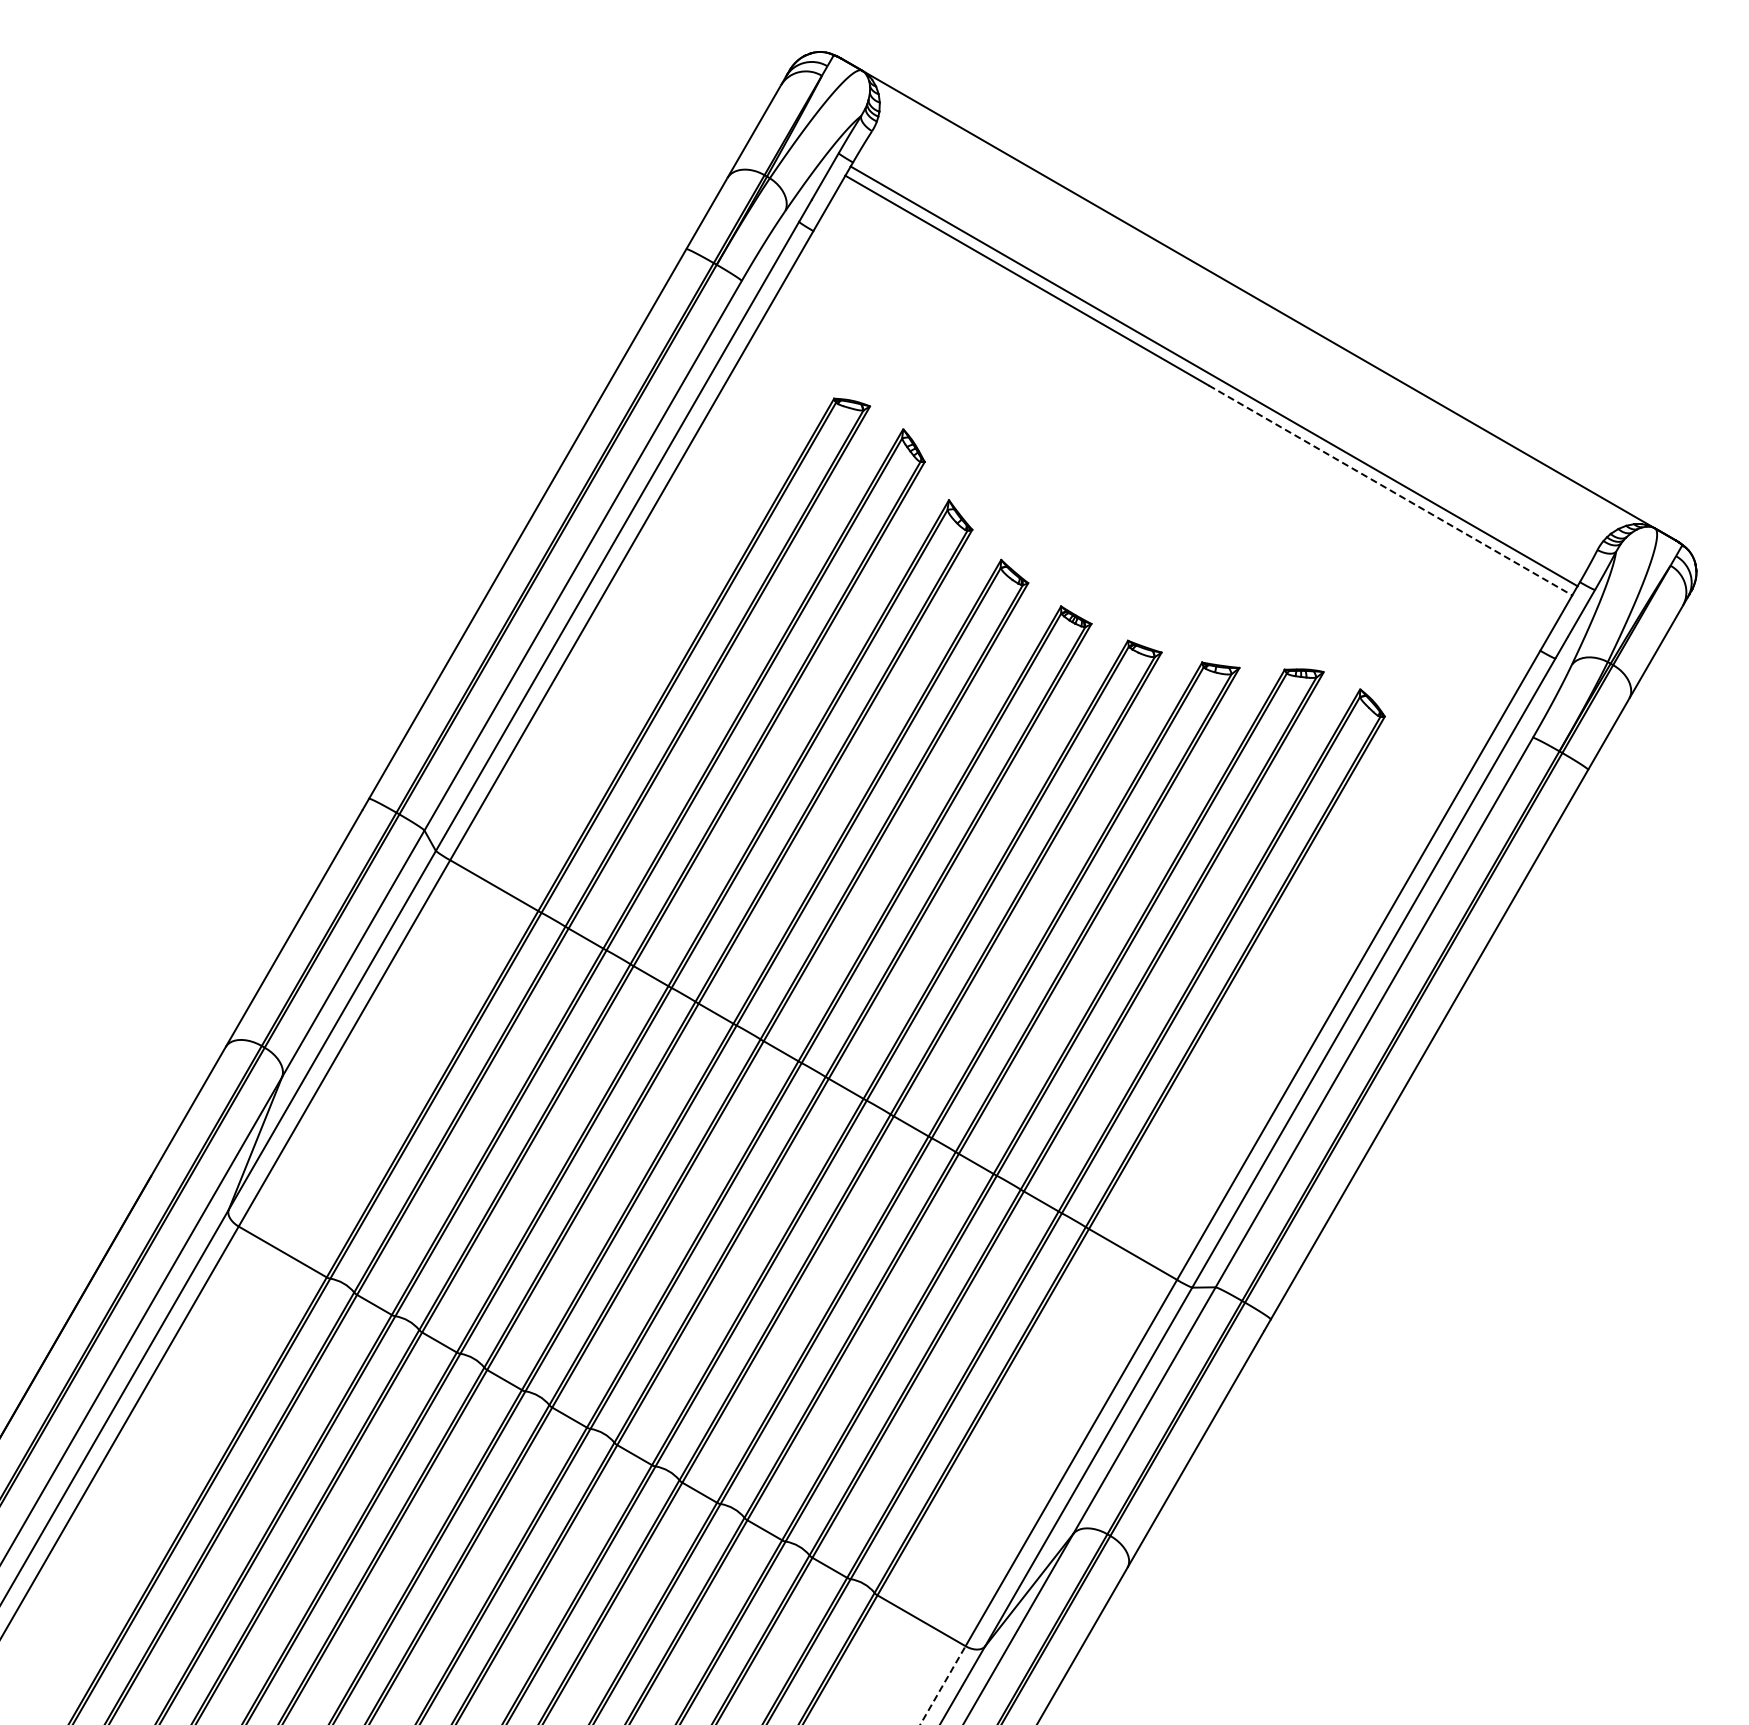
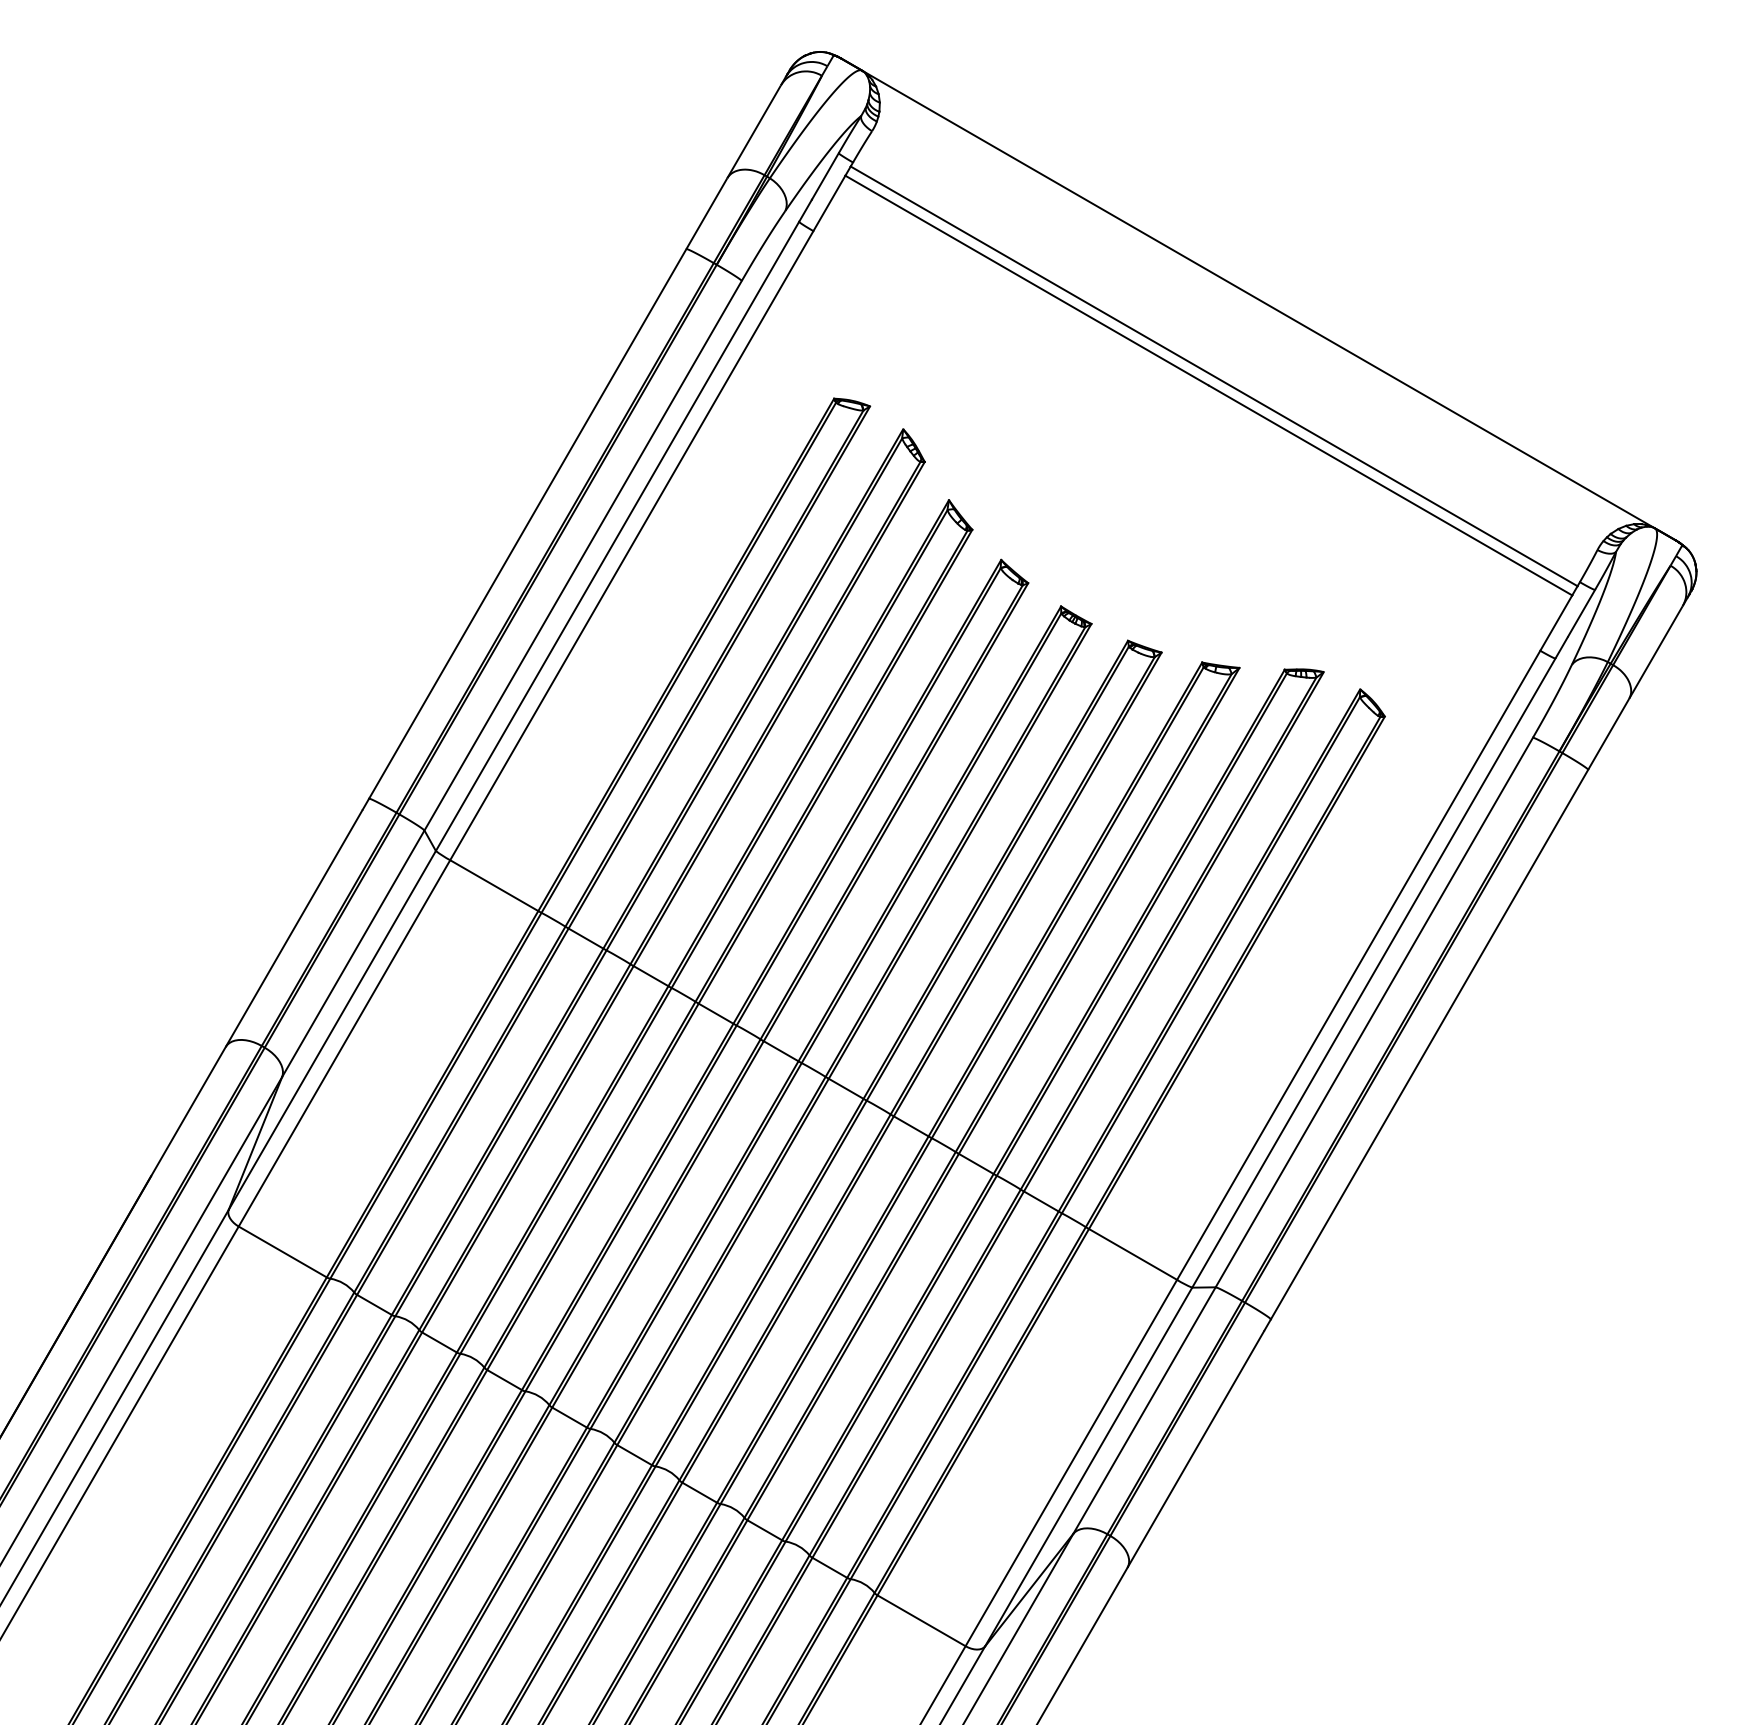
line at (1390, 490): dashed -> solid
line at (943, 1685): dashed -> solid
